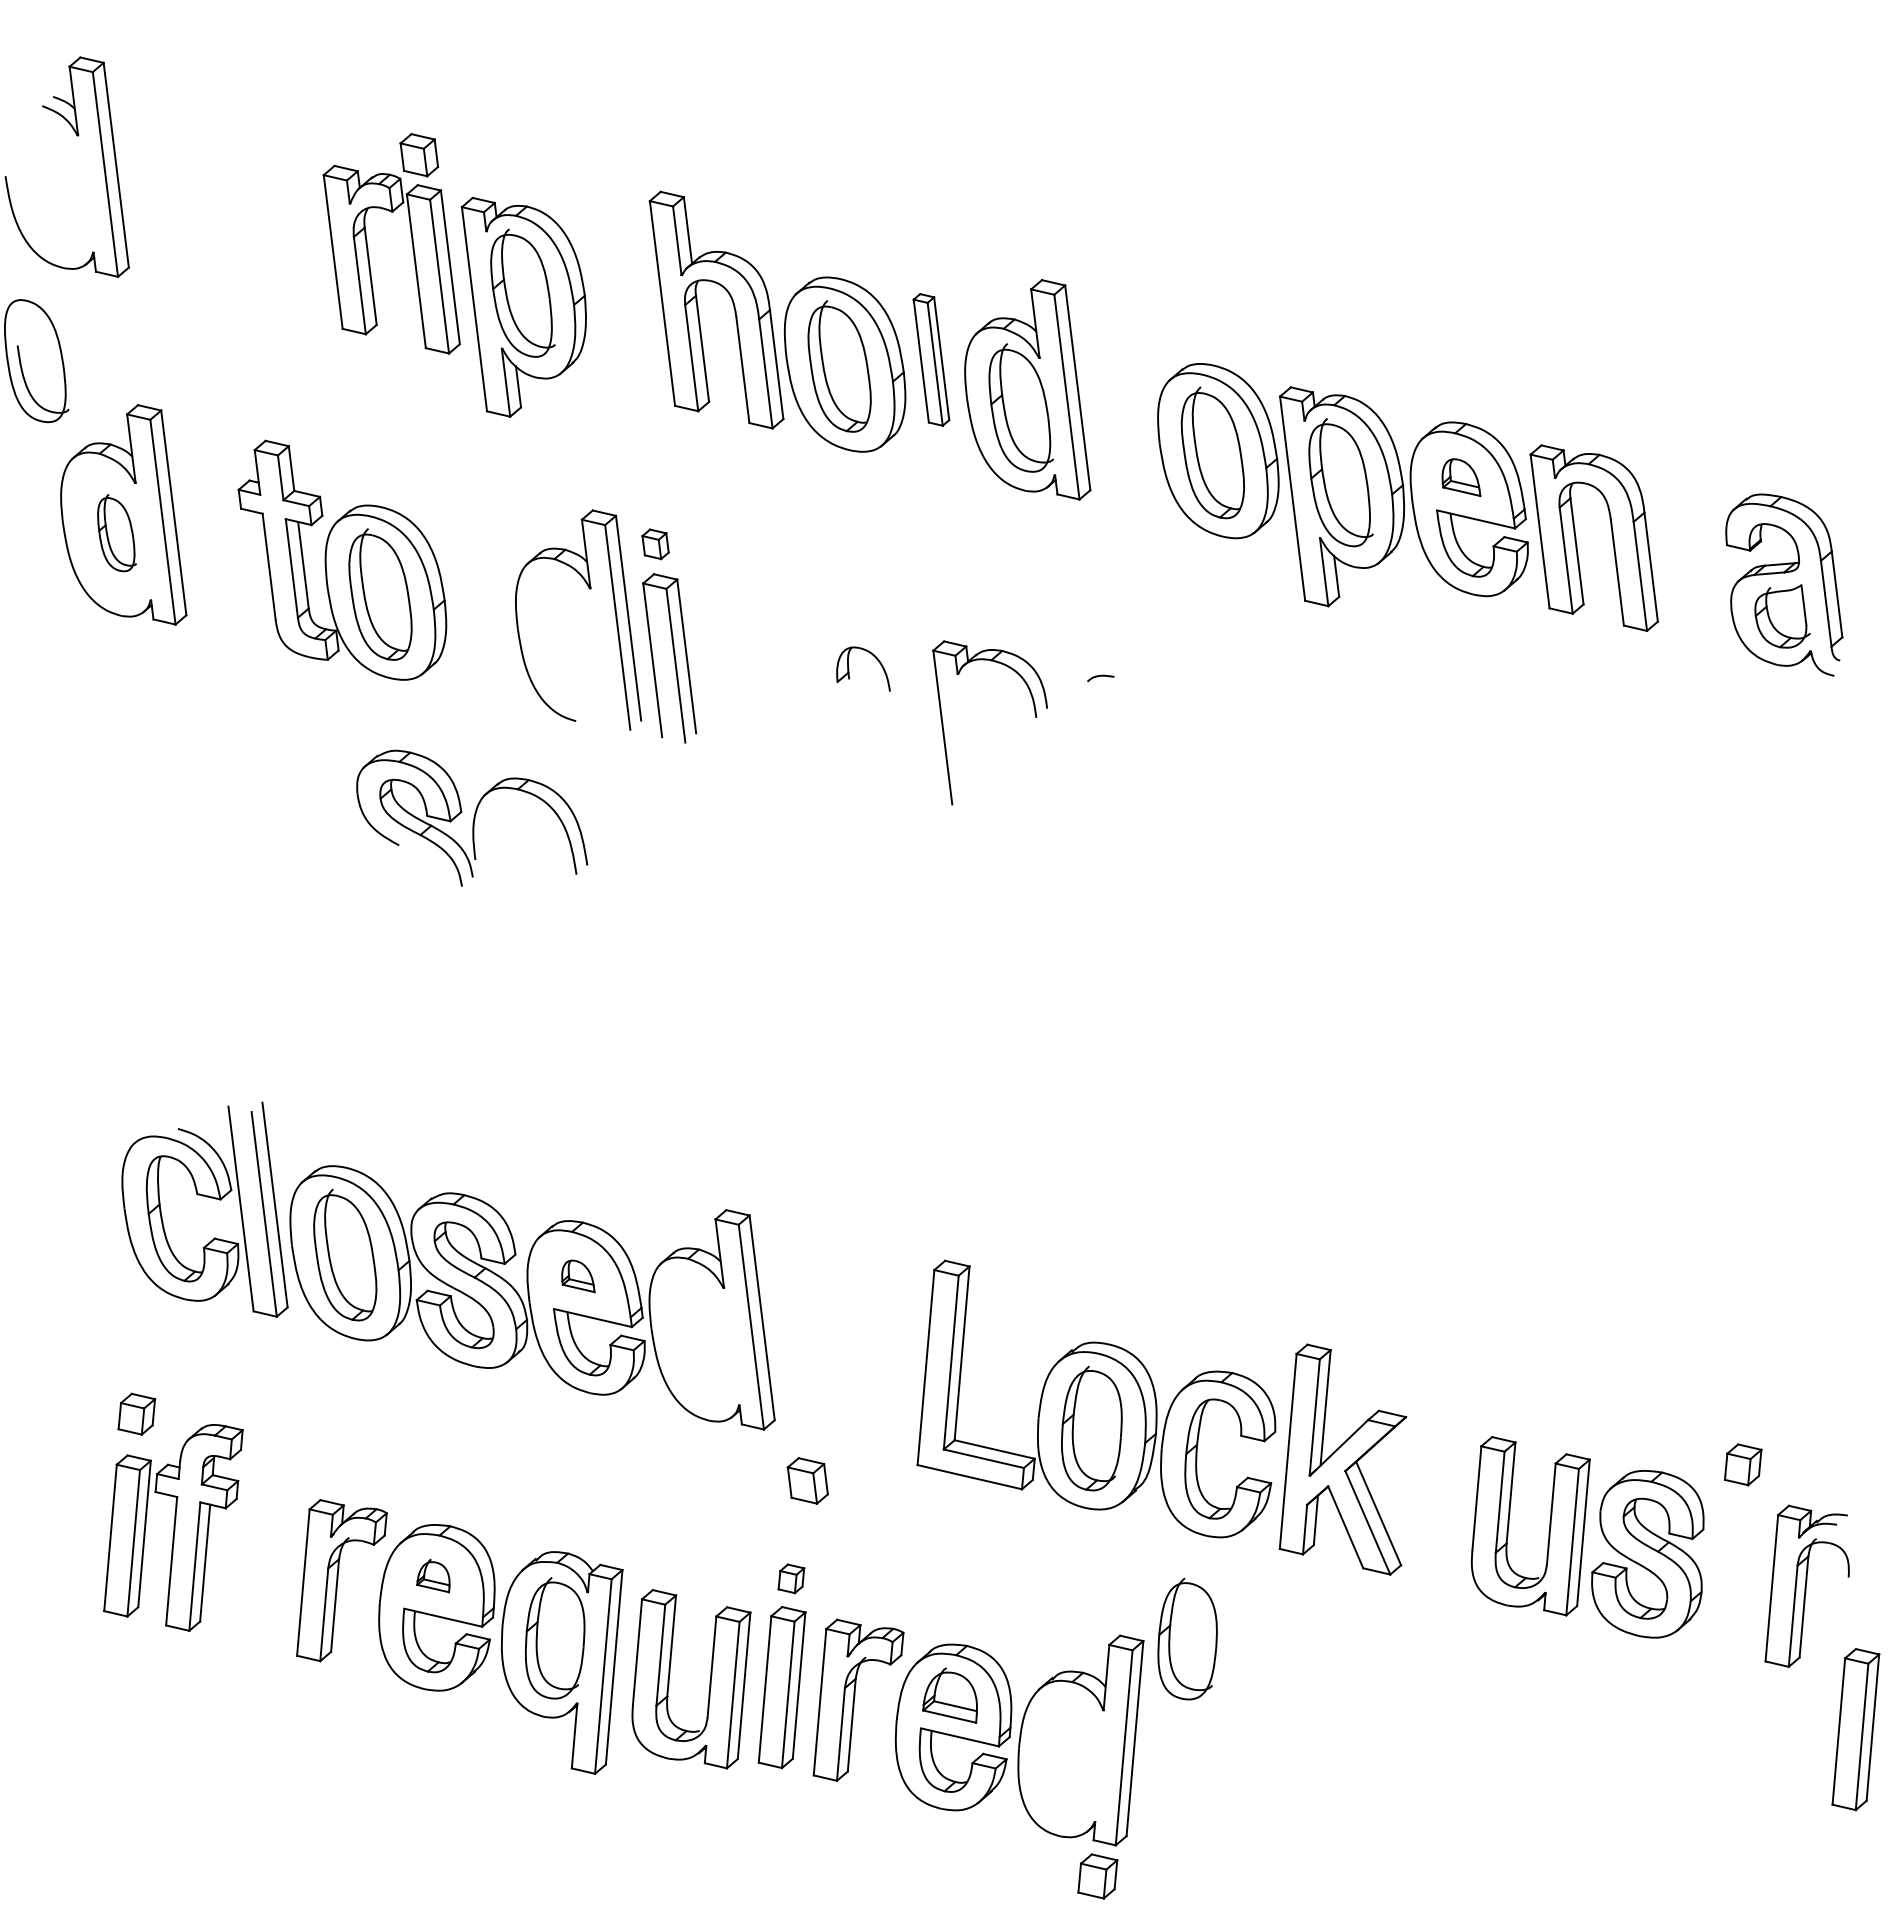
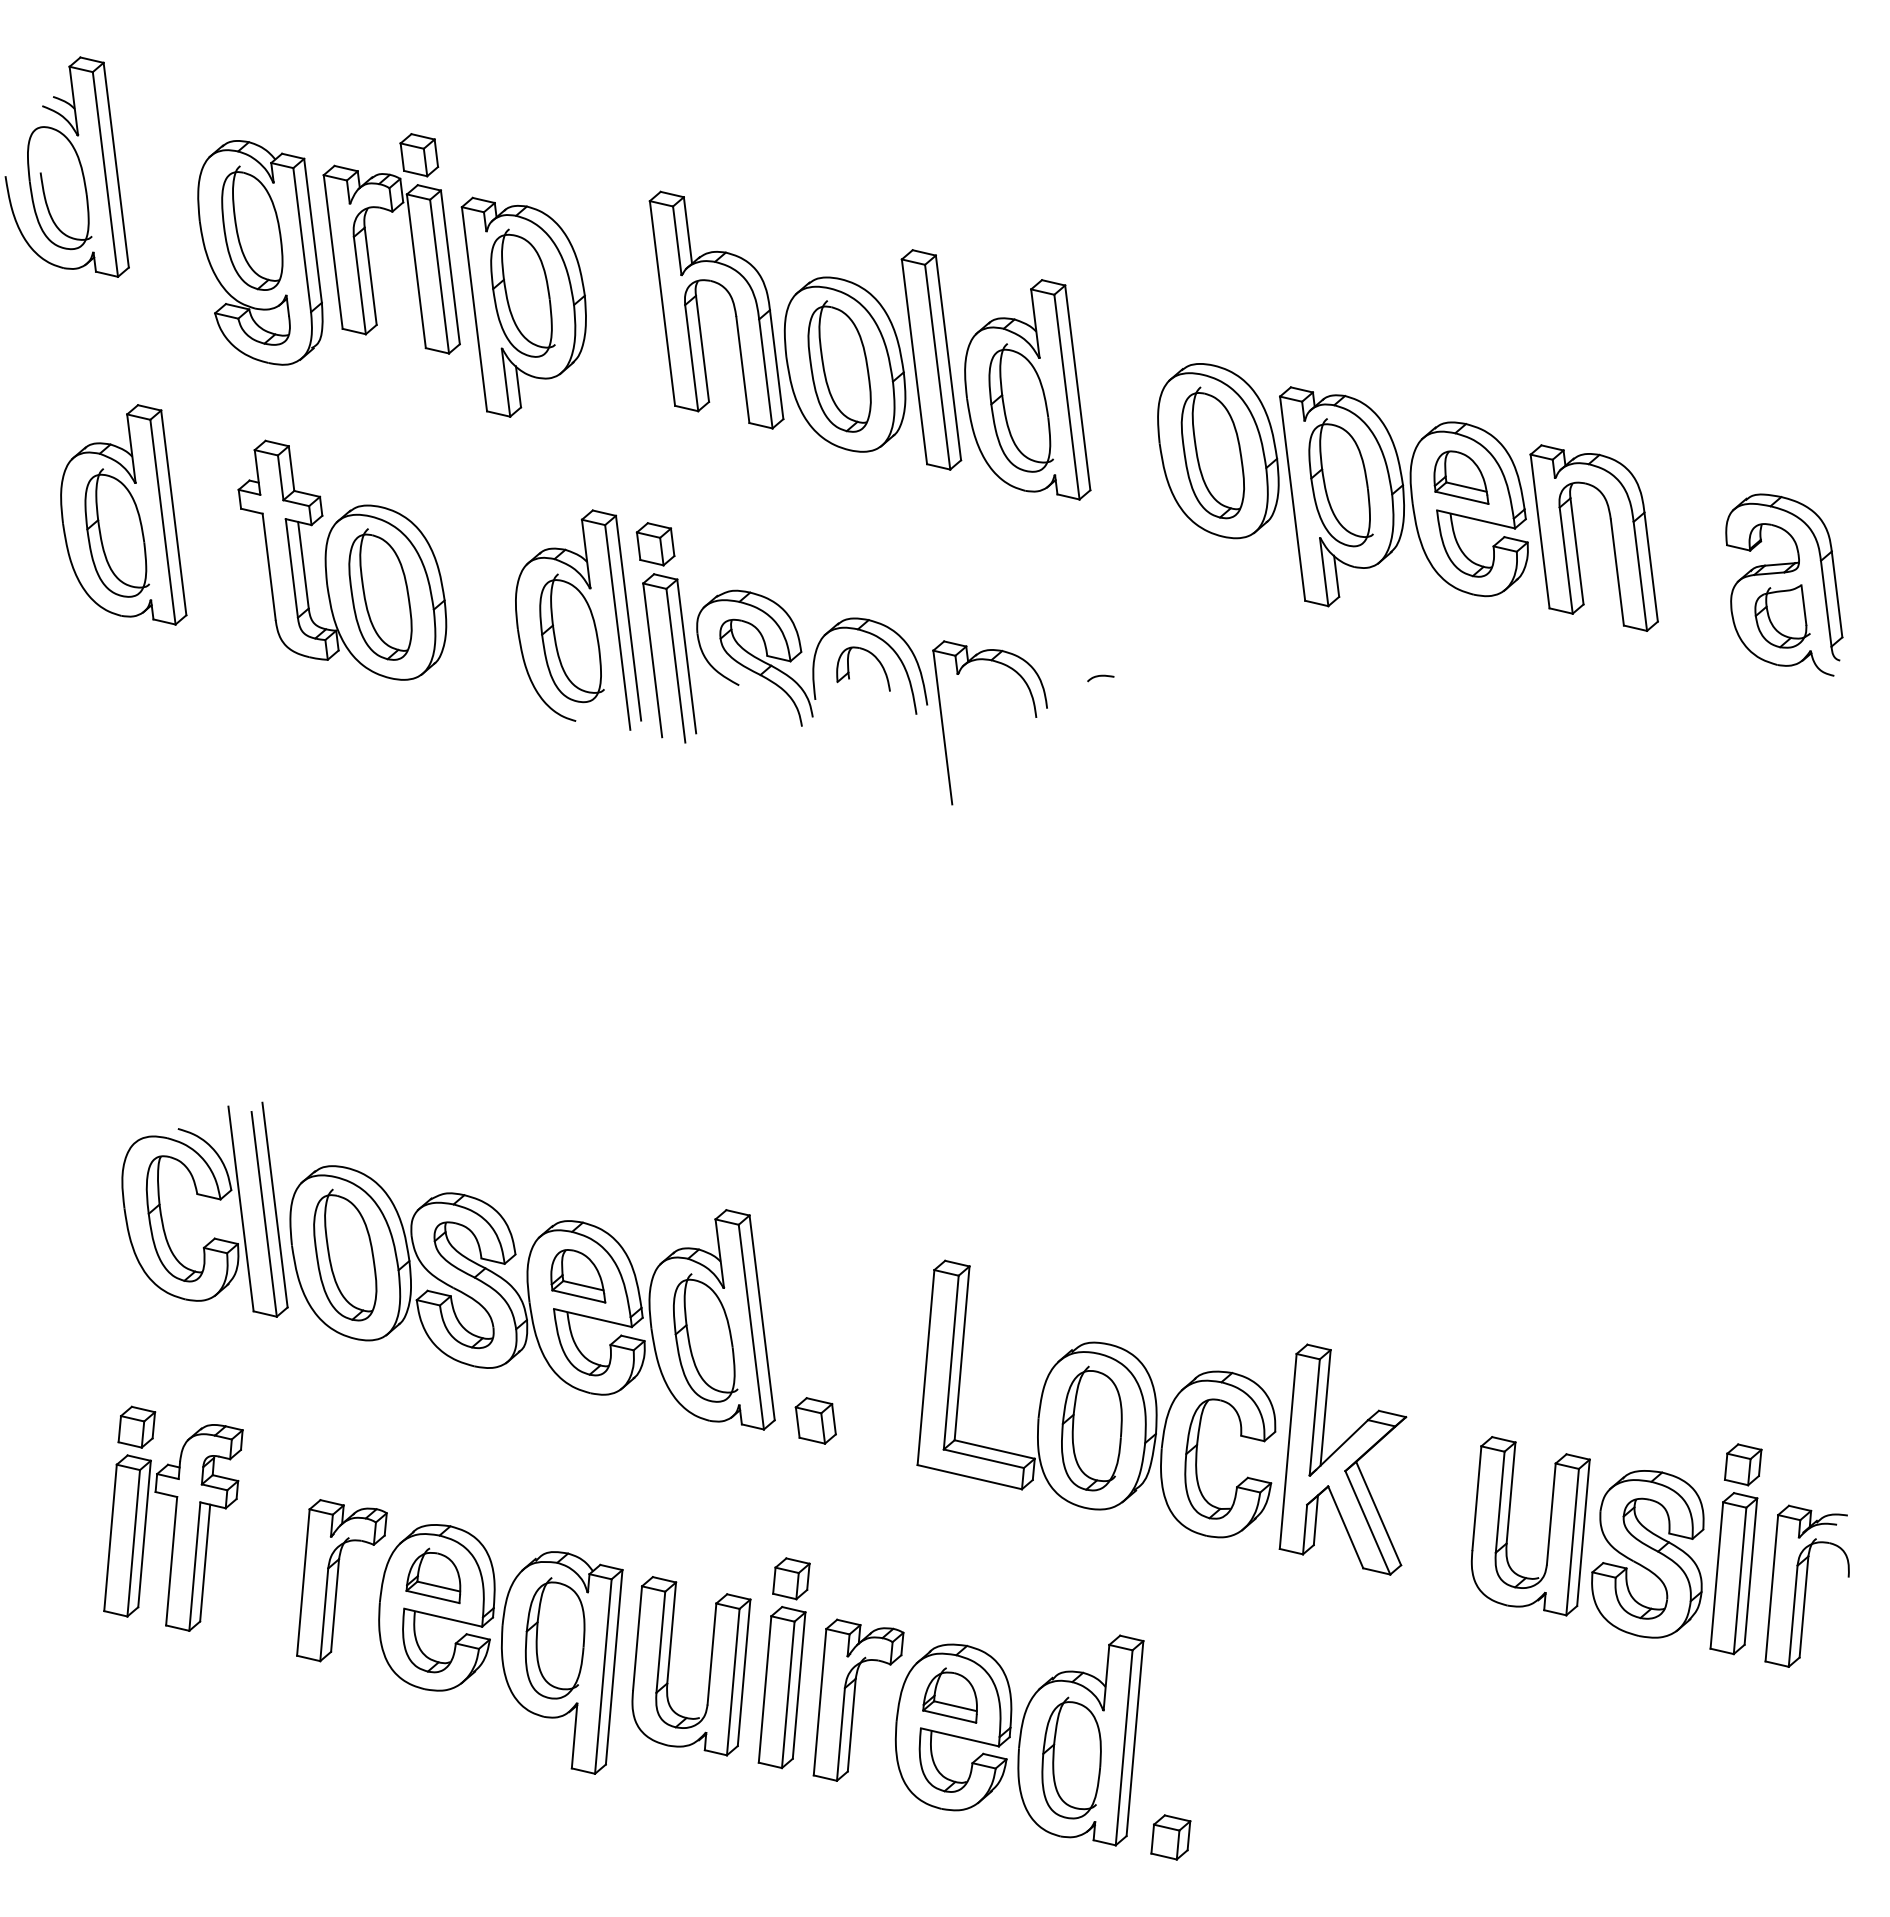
part at (260, 252): none -> present
part at (931, 359) size: 39x134 px -> 63x222 px
part at (36, 361) position: (36, 361) -> (59, 188)
part at (1461, 477) size: 41x39 px -> 57x55 px
part at (116, 533) size: 40x79 px -> 66x130 px
part at (655, 544) size: 29x33 px -> 41x45 px
part at (571, 638): none -> present
part at (472, 817) position: (472, 817) -> (812, 657)
part at (578, 1276) size: 35x35 px -> 57x55 px
part at (705, 1337): none -> present
part at (136, 1413) position: (136, 1413) -> (136, 1426)
part at (807, 1480) position: (807, 1480) -> (815, 1420)
part at (433, 1575) size: 35x36 px -> 57x58 px
part at (791, 1578) size: 29x32 px -> 39x44 px
part at (1187, 1638) position: (1187, 1638) -> (1071, 1757)
part at (709, 1680) position: (709, 1680) -> (709, 1667)
part at (1855, 1729) position: (1855, 1729) -> (1733, 1573)
part at (1097, 1876) position: (1097, 1876) -> (1170, 1837)
